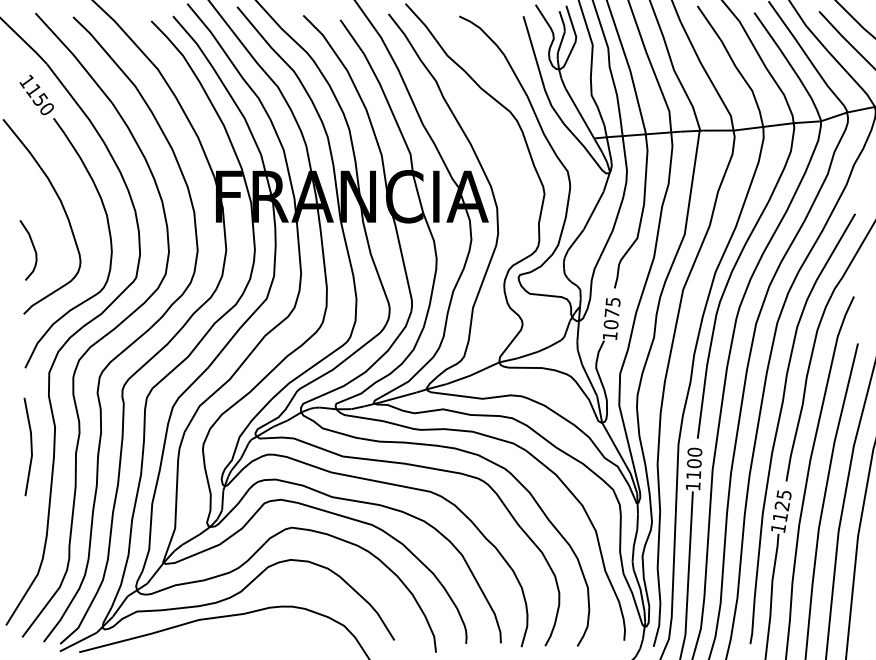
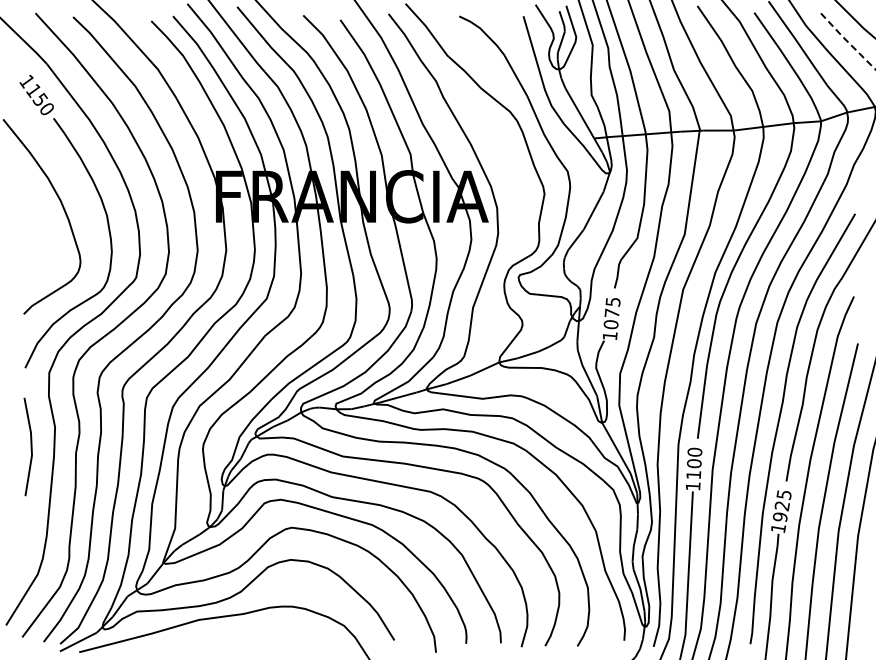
line at (845, 39): solid -> dashed
curve at (33, 249): present -> none
text at (780, 516): 1125 -> 1925
